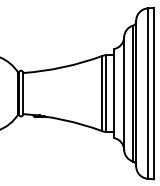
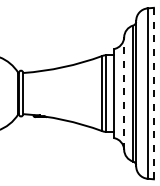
line at (124, 93): solid -> dashed
line at (153, 93): solid -> dashed
